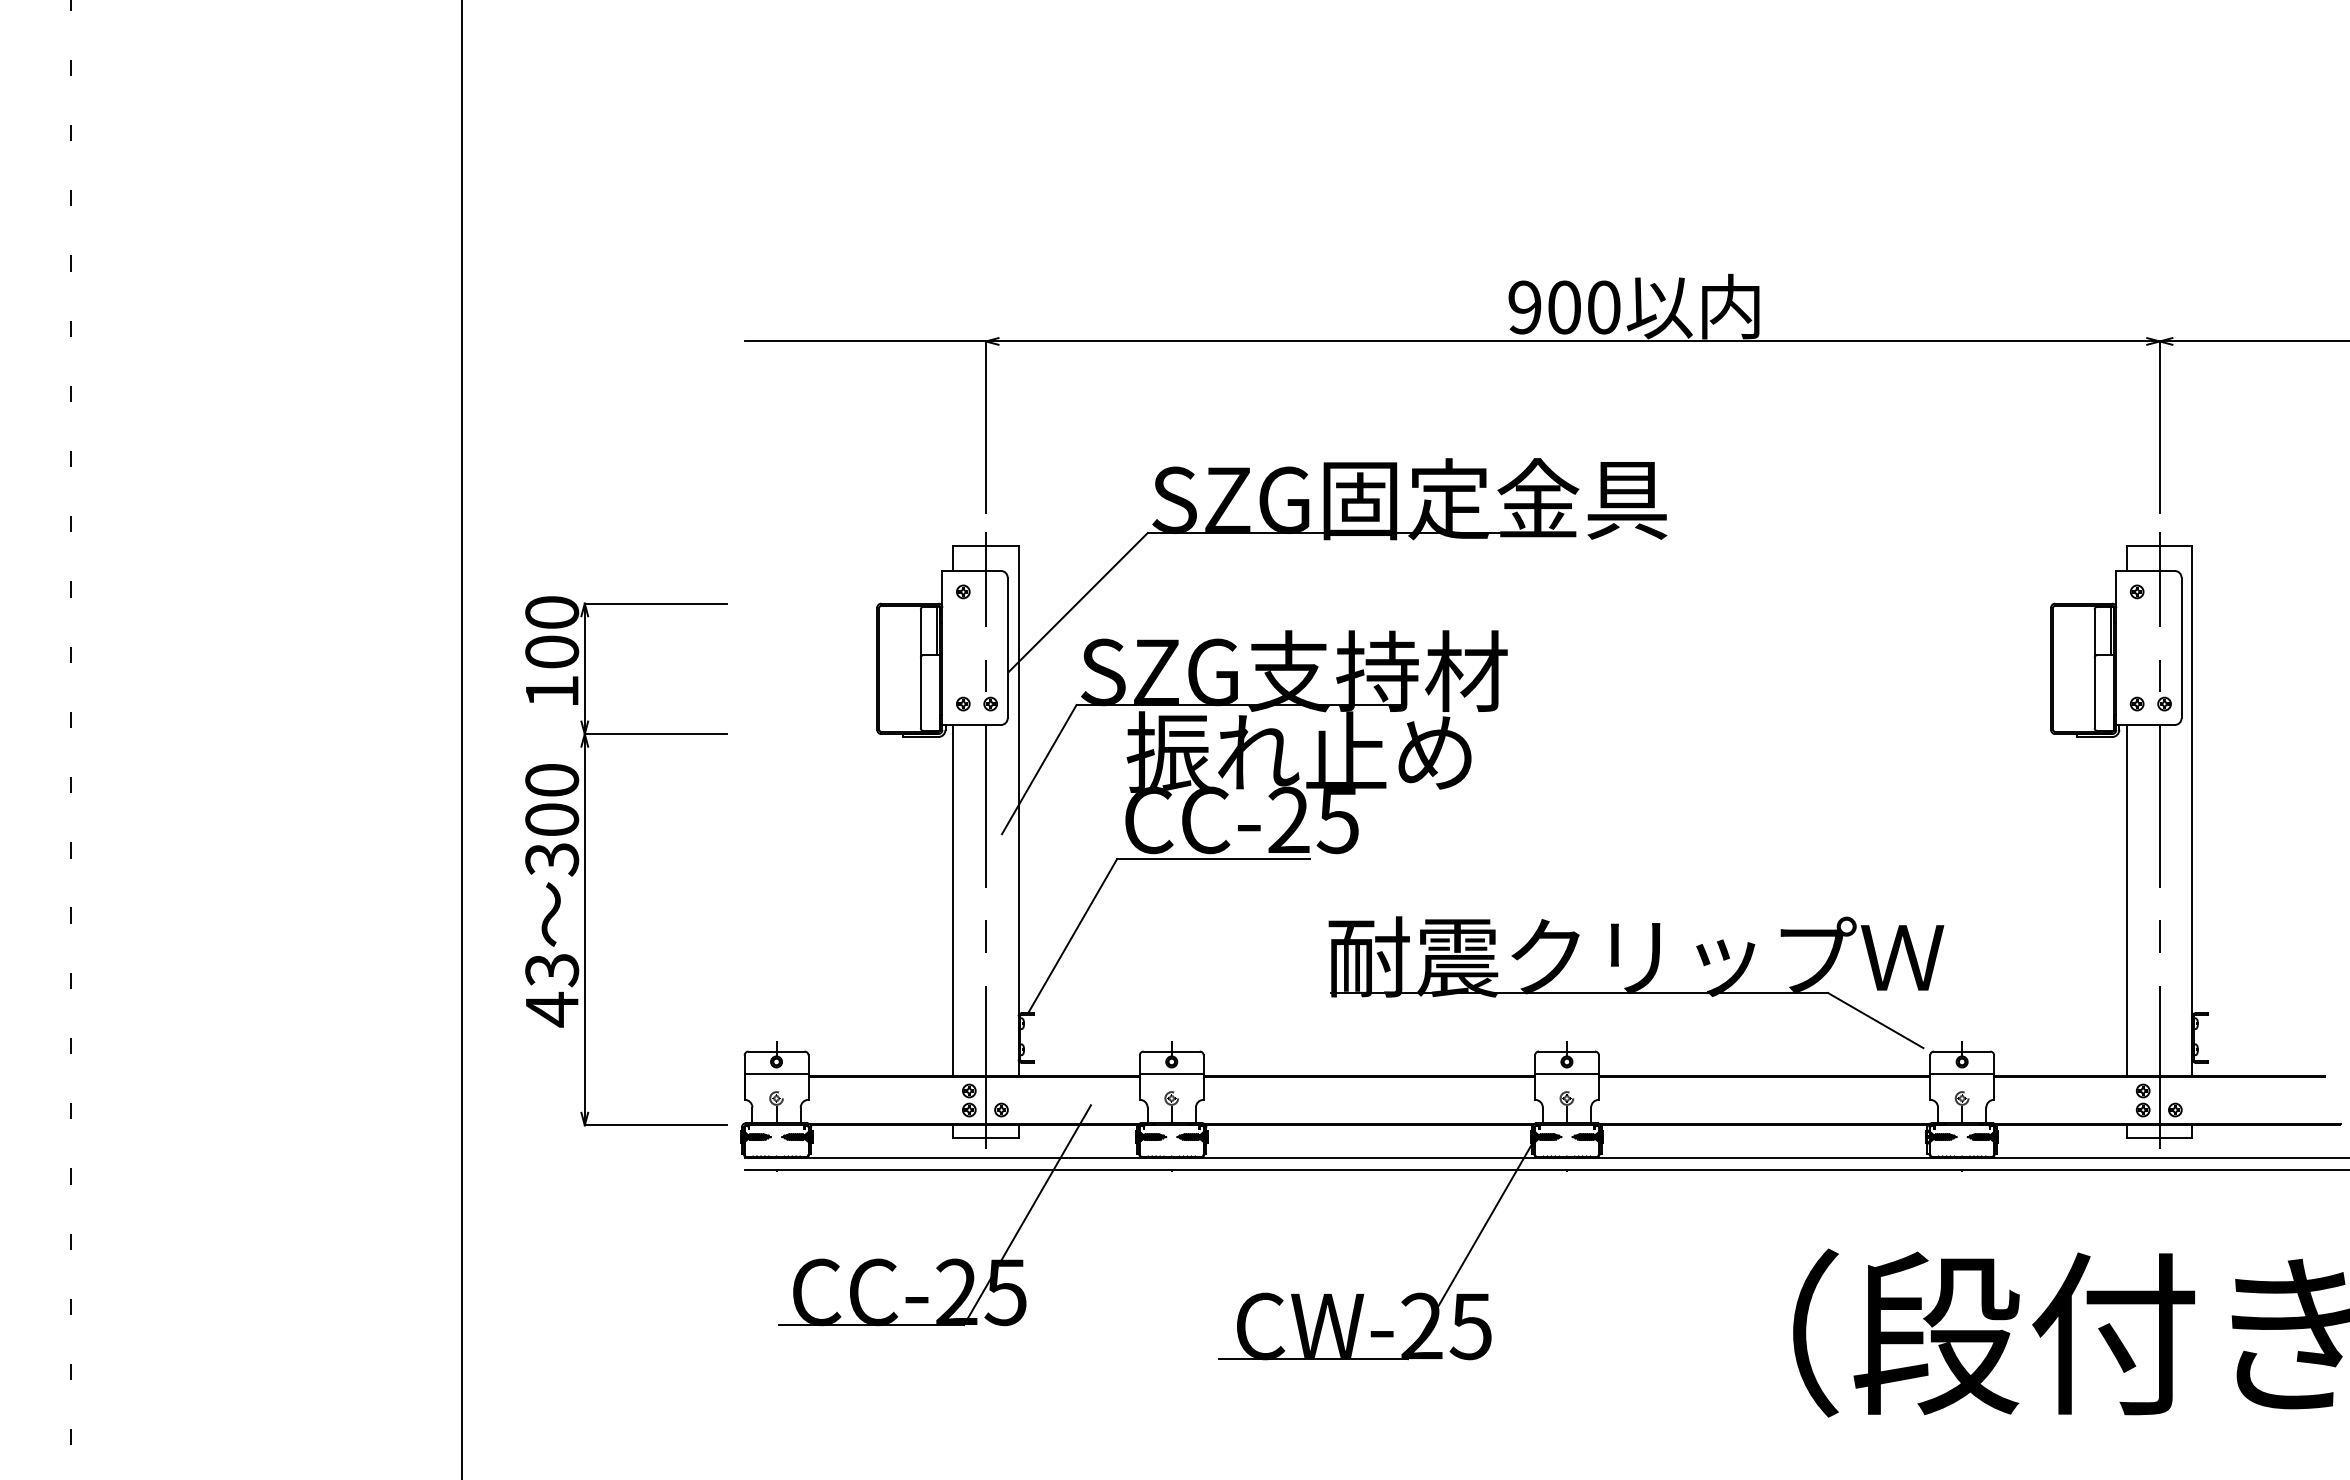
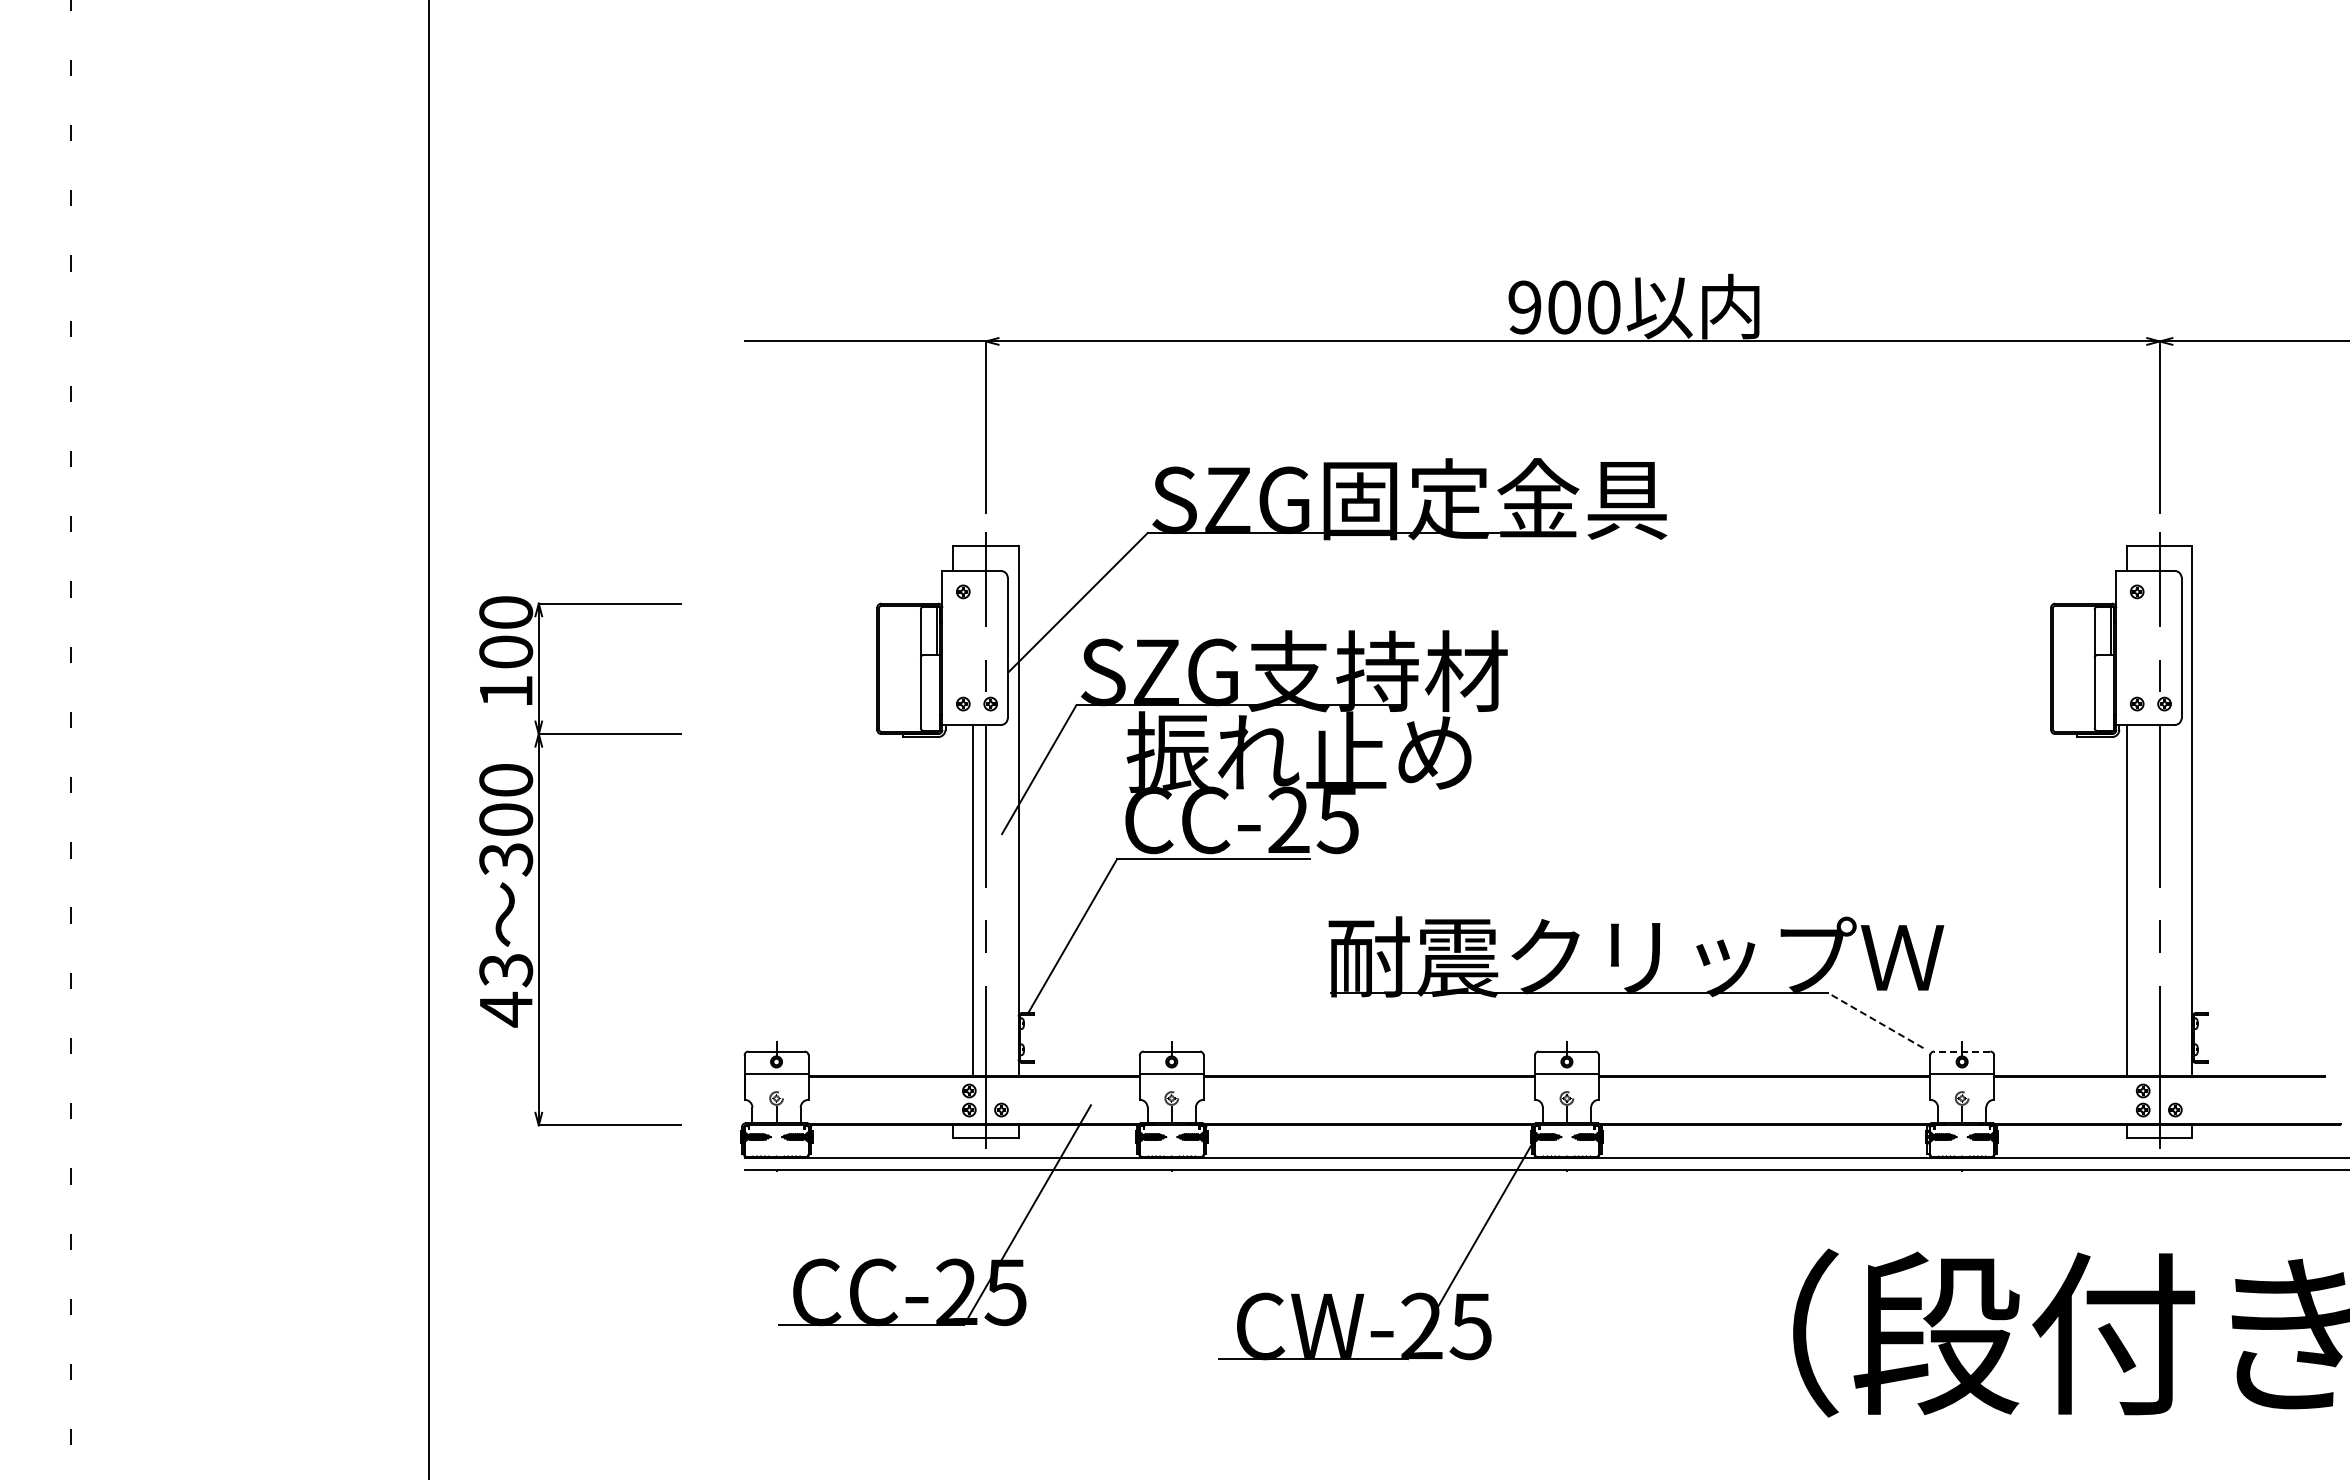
line at (461, 739) position: (461, 739) -> (428, 739)
part at (585, 861) position: (585, 861) -> (539, 861)
line at (953, 899) position: (953, 899) -> (973, 899)
line at (1875, 1020): solid -> dashed
line at (1961, 1051): solid -> dashed
